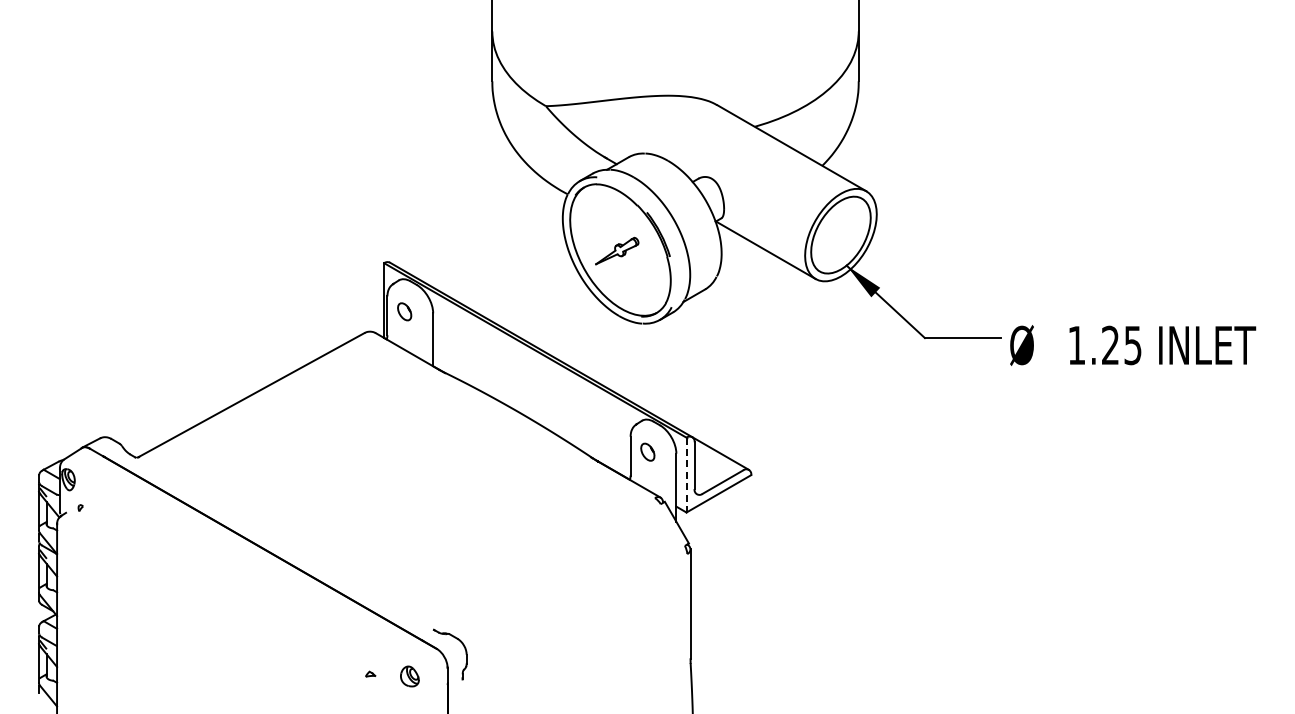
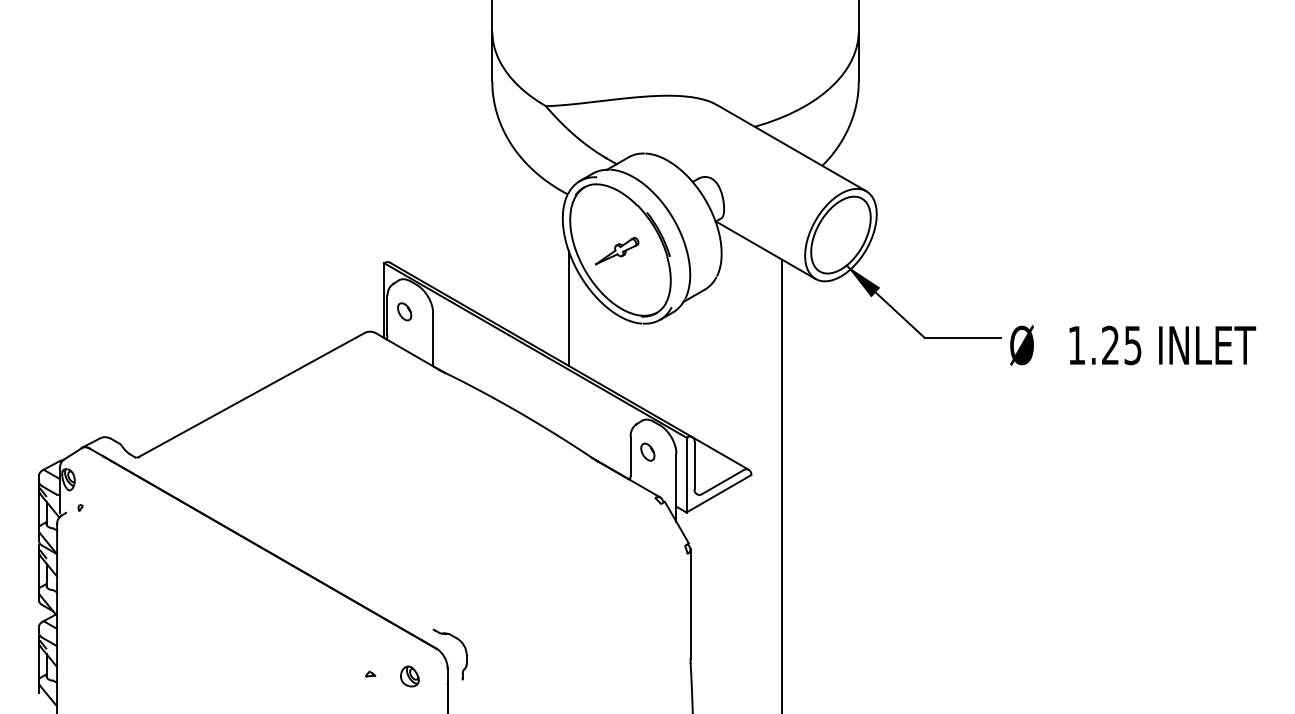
line at (568, 307): none -> present
line at (686, 475): dashed -> solid
line at (782, 484): none -> present
